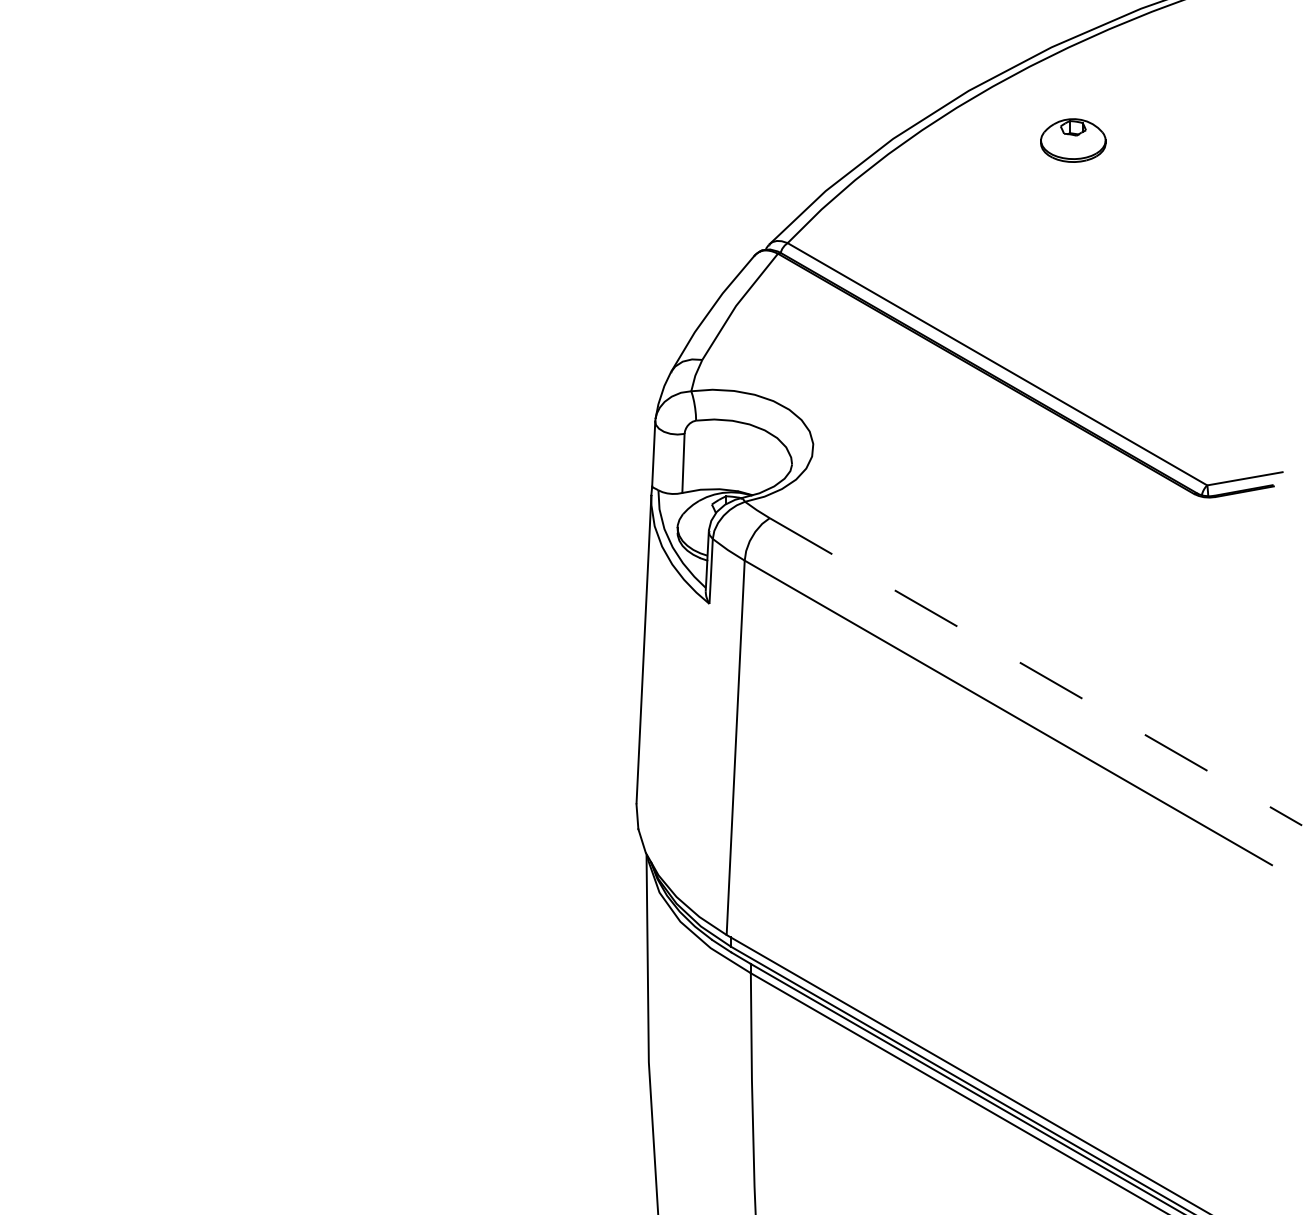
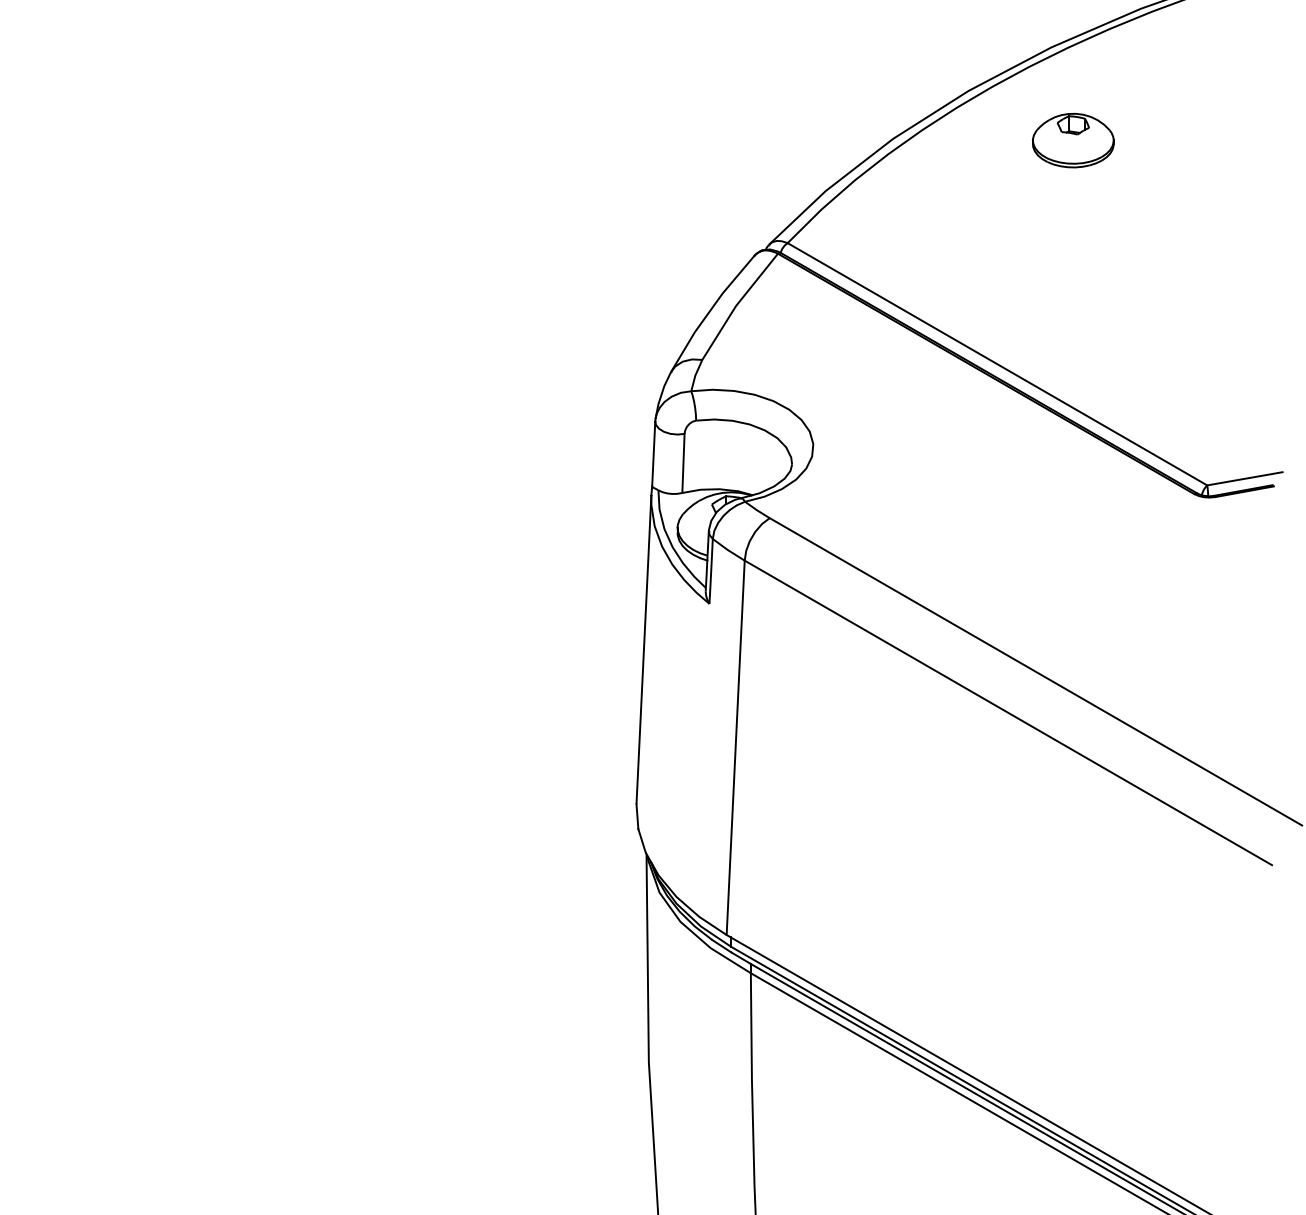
part at (1073, 140) size: 67x45 px -> 83x57 px
line at (1036, 672): dashed -> solid
